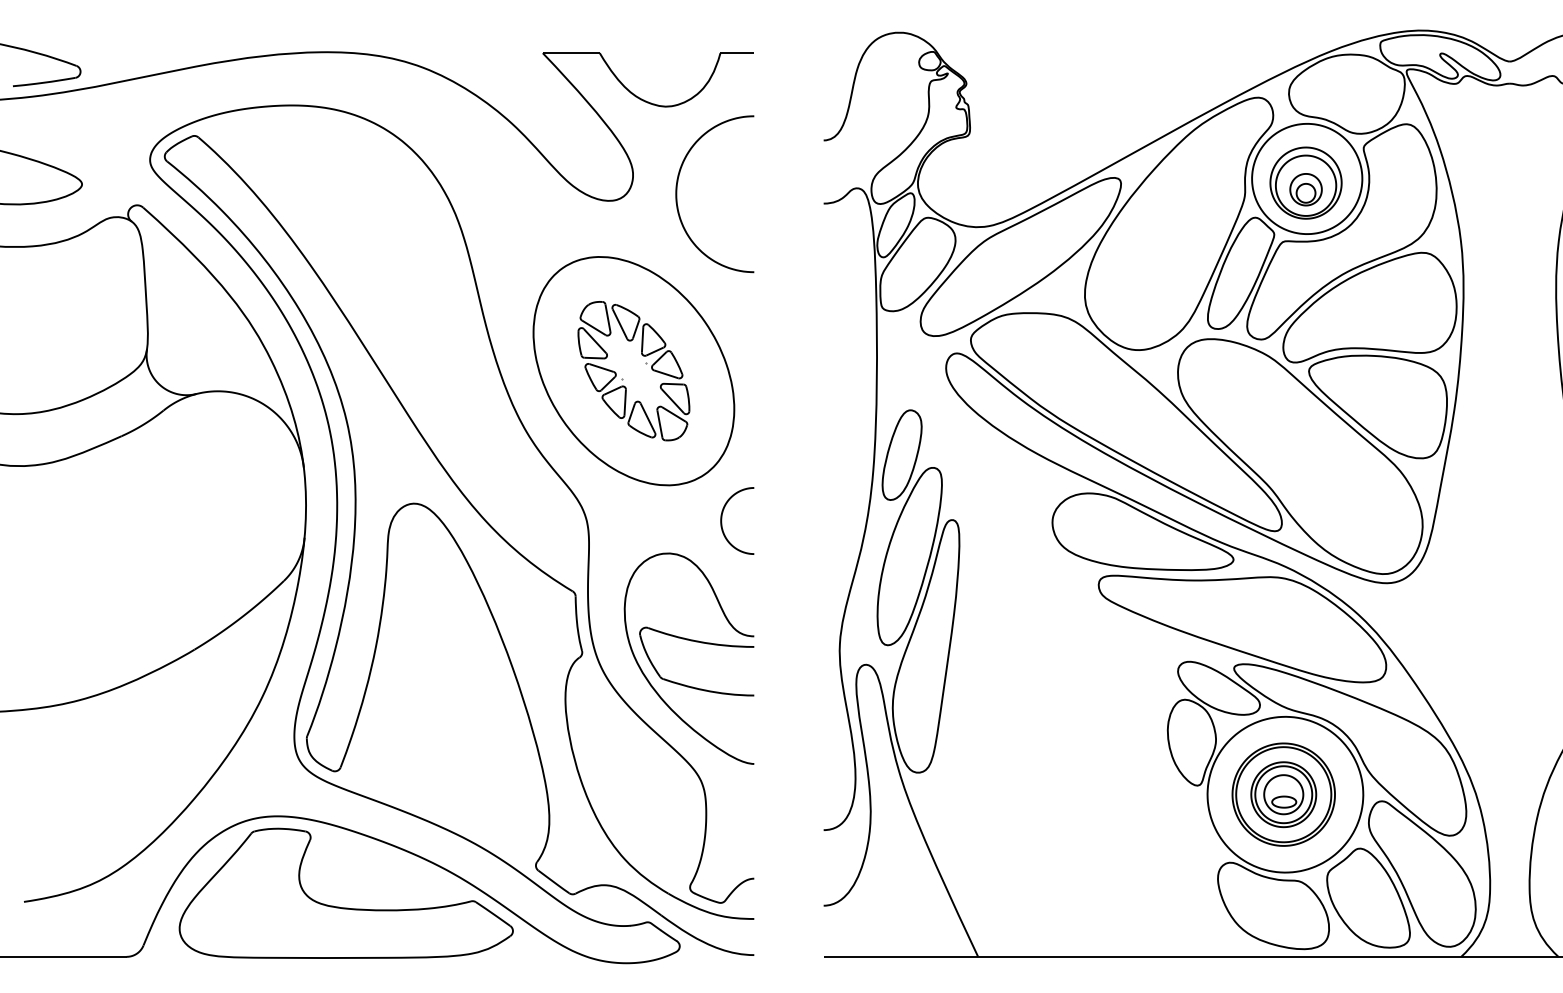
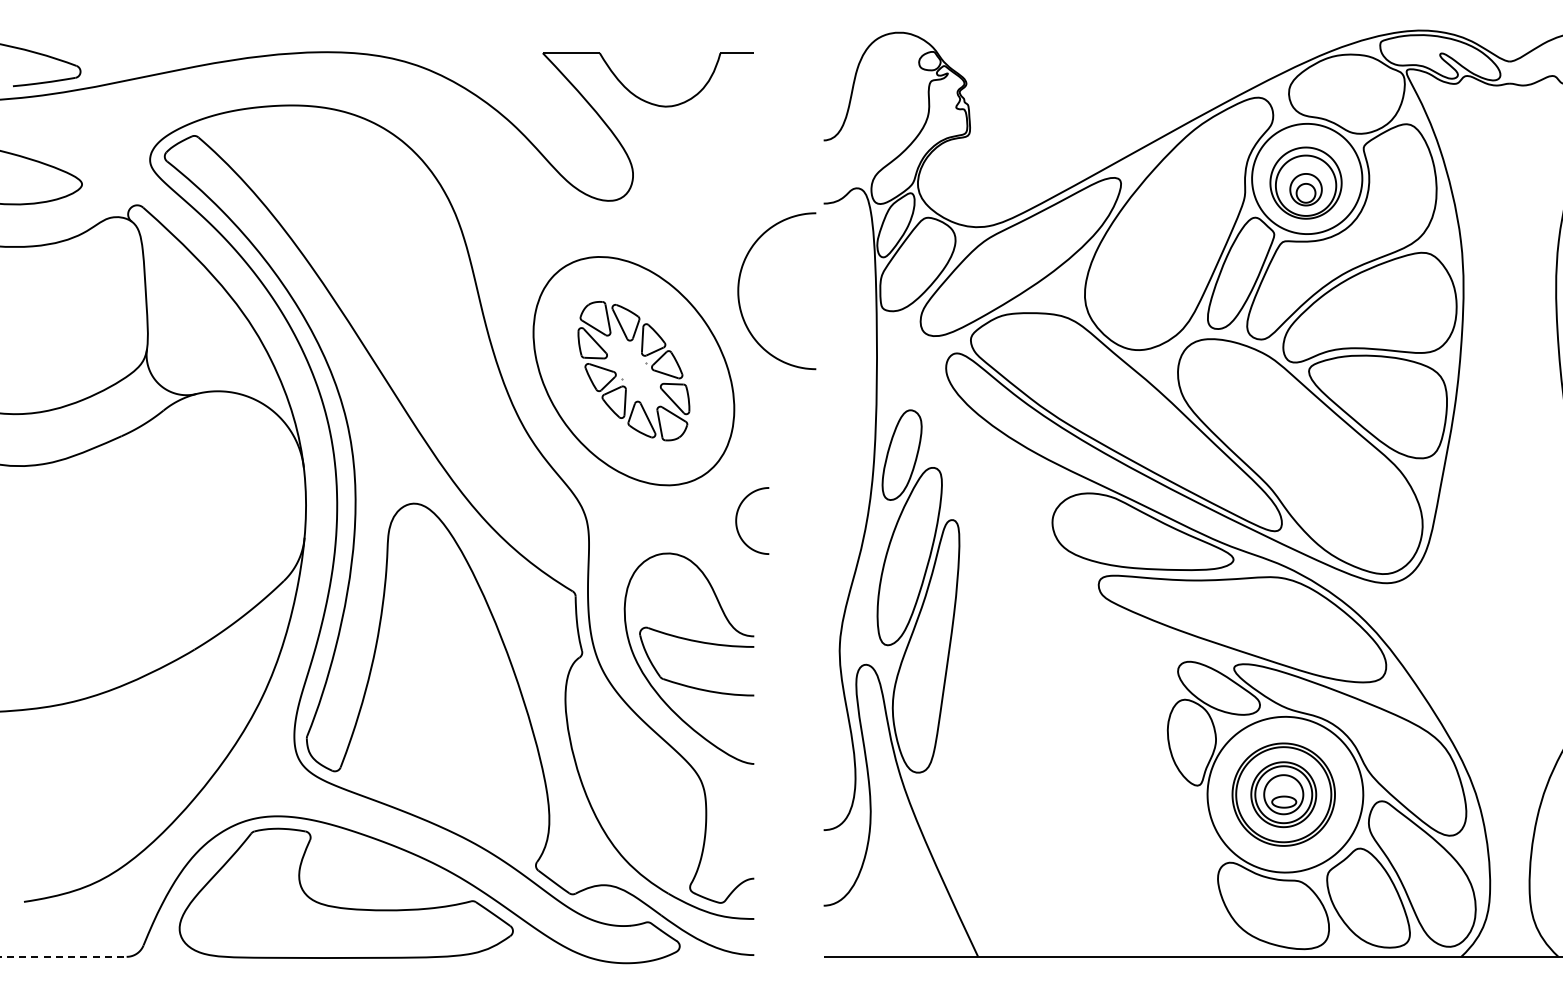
curve at (677, 194) position: (677, 194) -> (739, 291)
curve at (722, 520) position: (722, 520) -> (737, 520)
line at (63, 956): solid -> dashed
